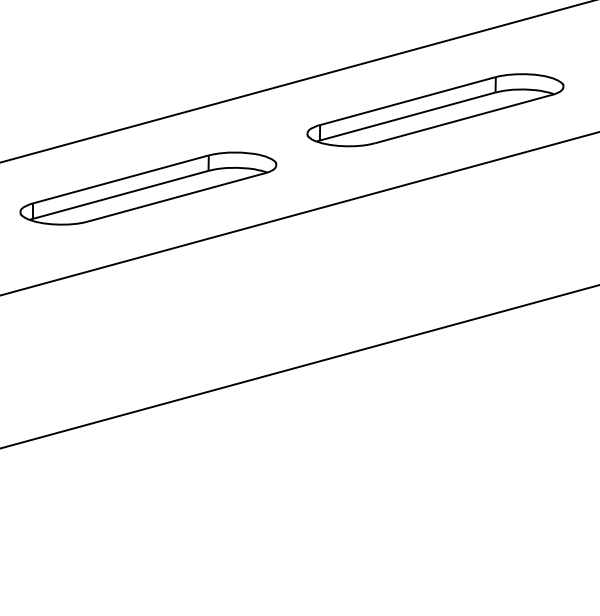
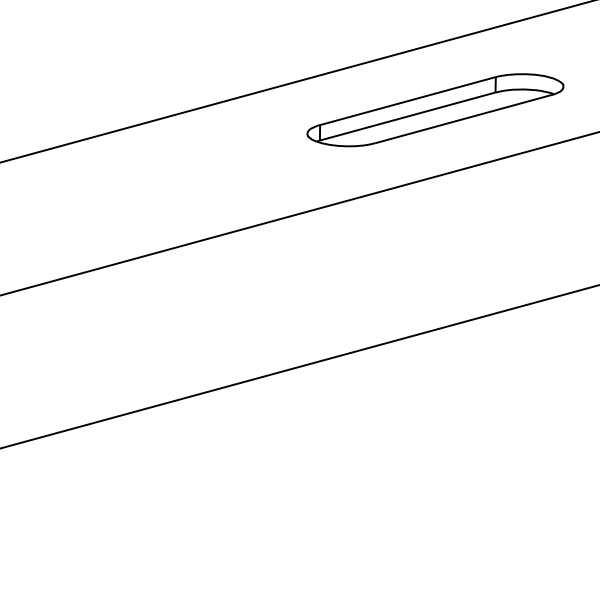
part at (148, 188): present -> none
